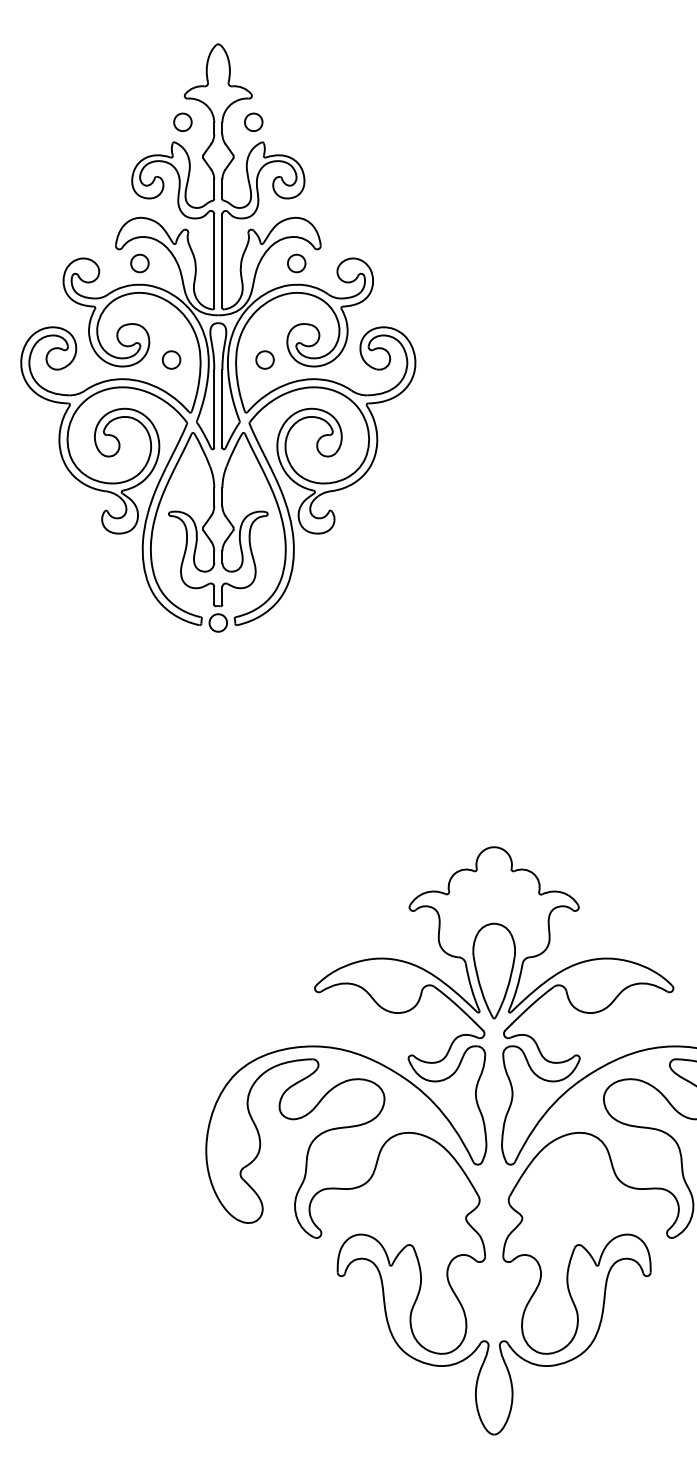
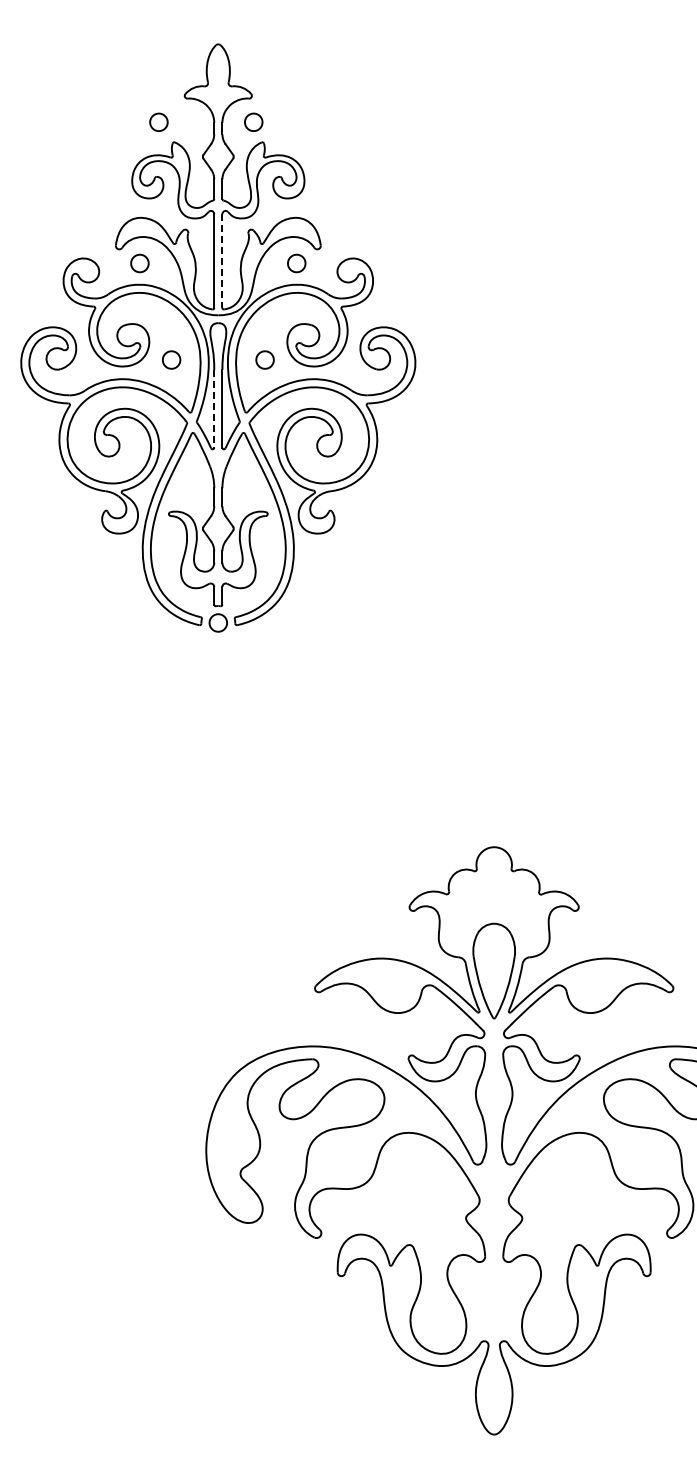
part at (182, 121) position: (182, 121) -> (158, 121)
line at (222, 261): solid -> dashed
line at (214, 408): solid -> dashed
